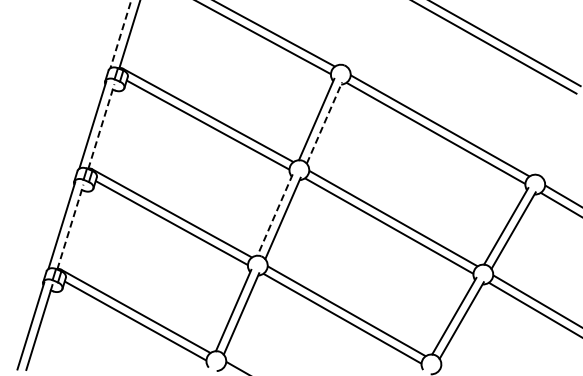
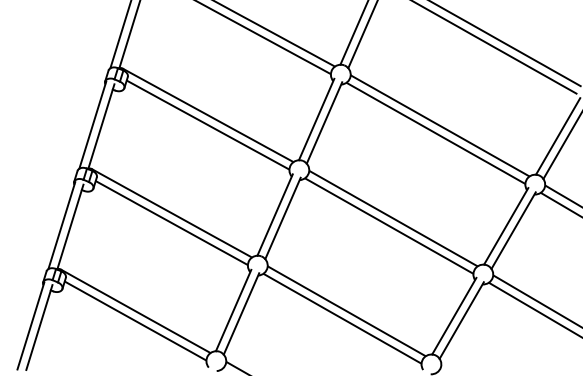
line at (353, 33): none -> present
line at (120, 34): dashed -> solid
line at (362, 35): none -> present
line at (324, 122): dashed -> solid
line at (101, 126): dashed -> solid
line at (557, 136): none -> present
line at (561, 147): none -> present
line at (274, 215): dashed -> solid
line at (70, 226): dashed -> solid
